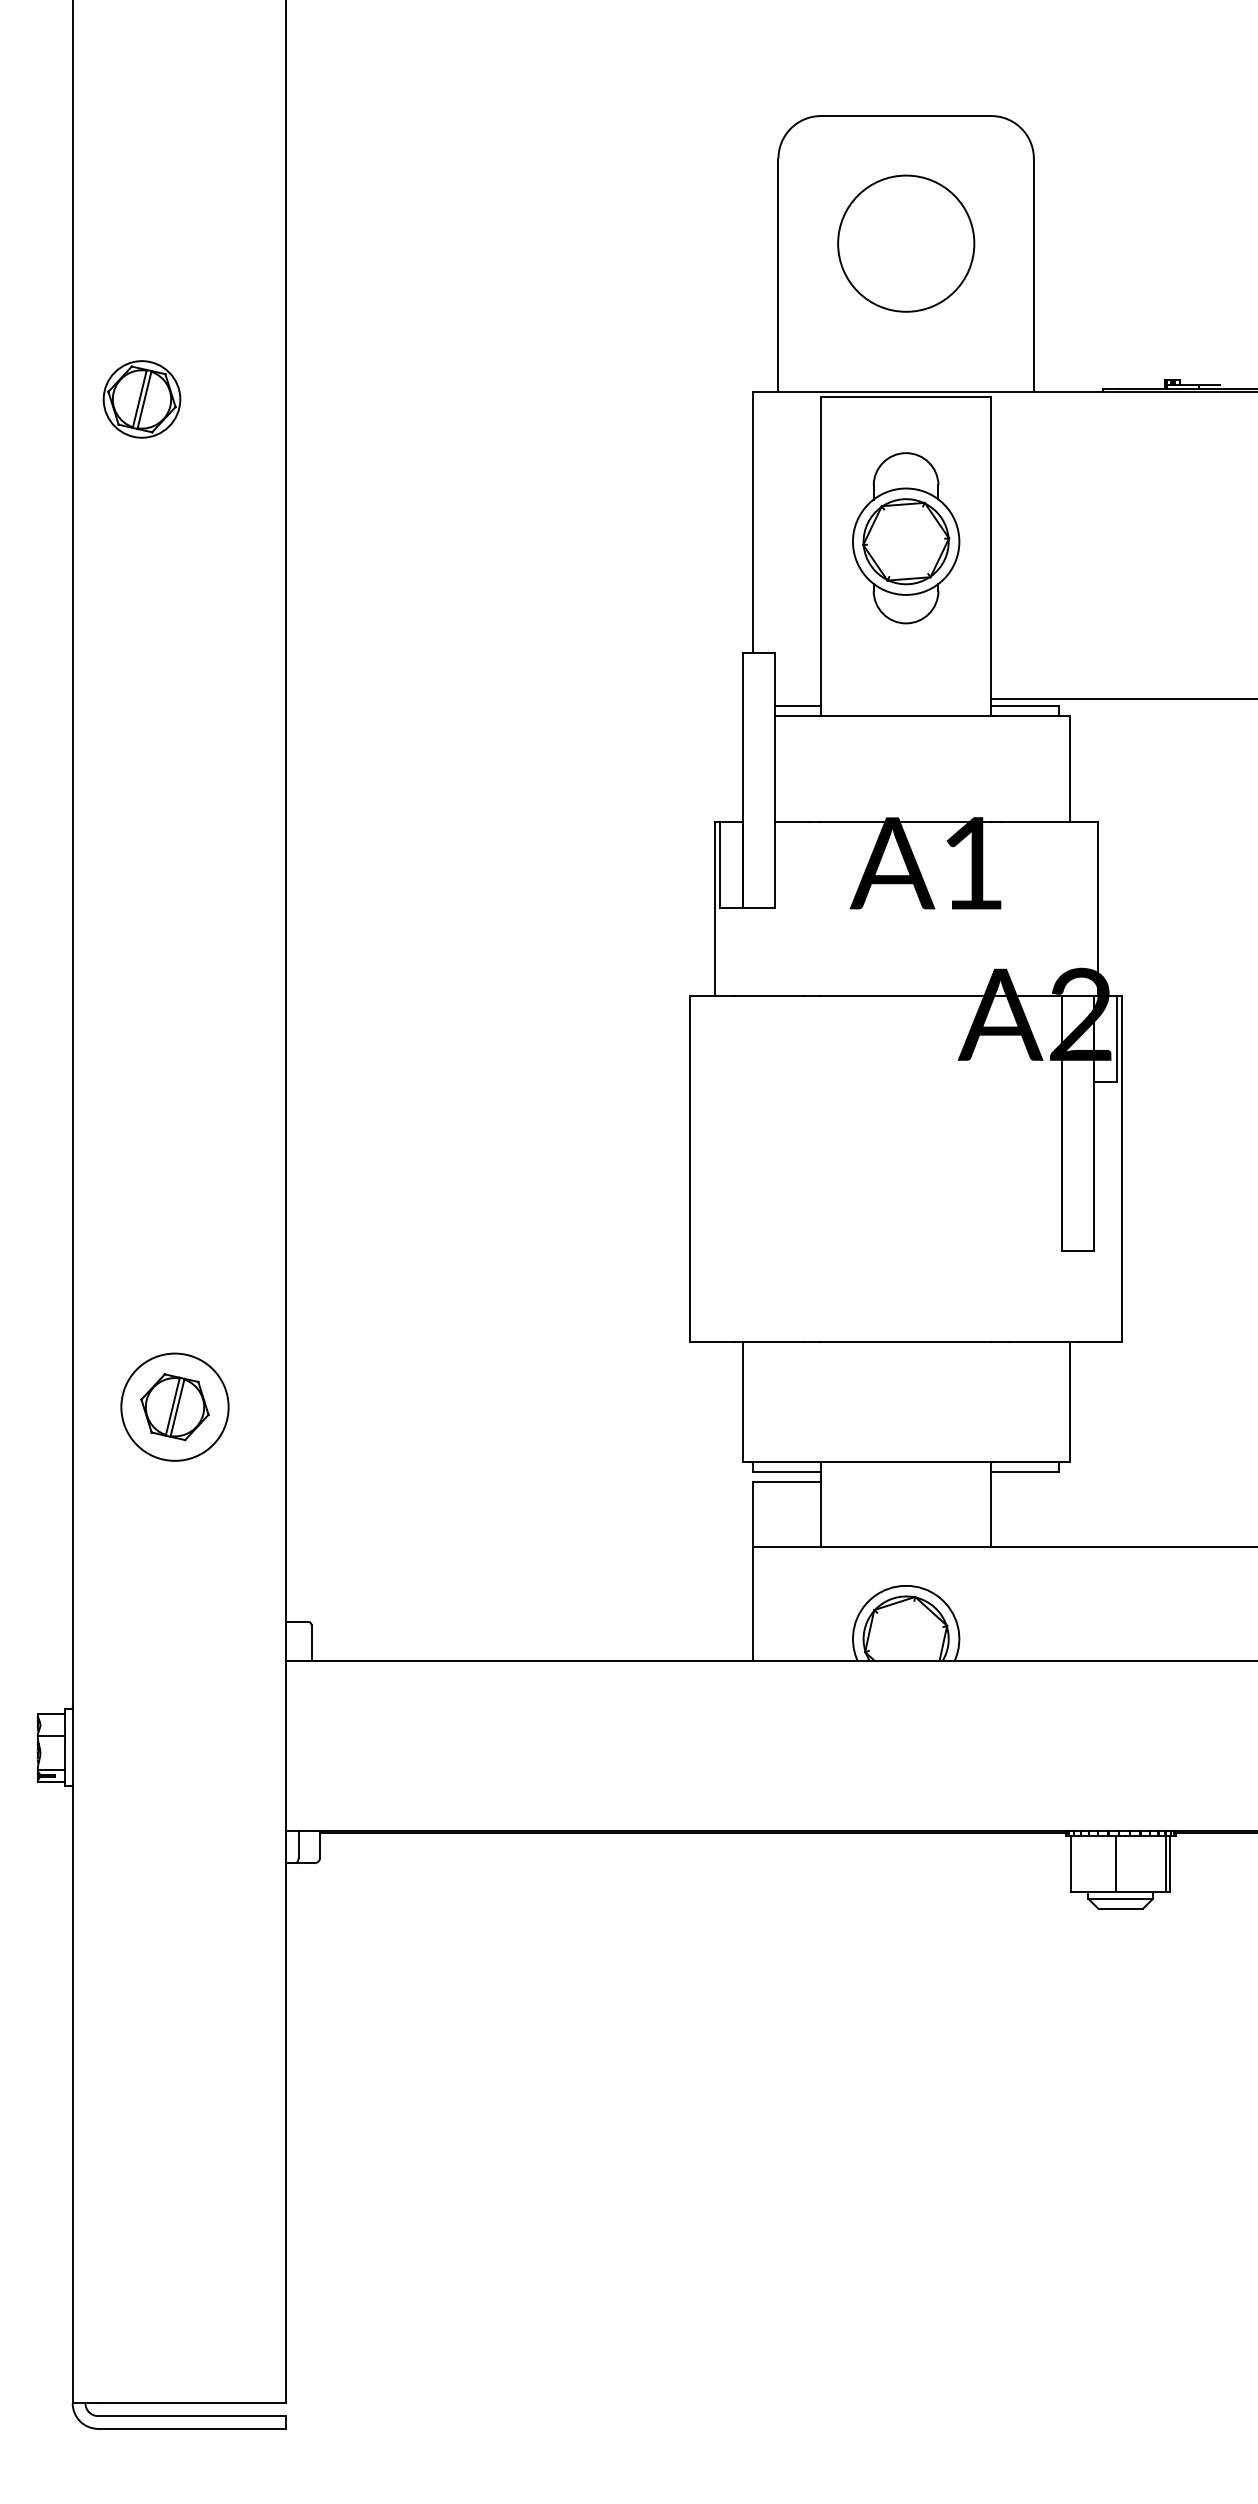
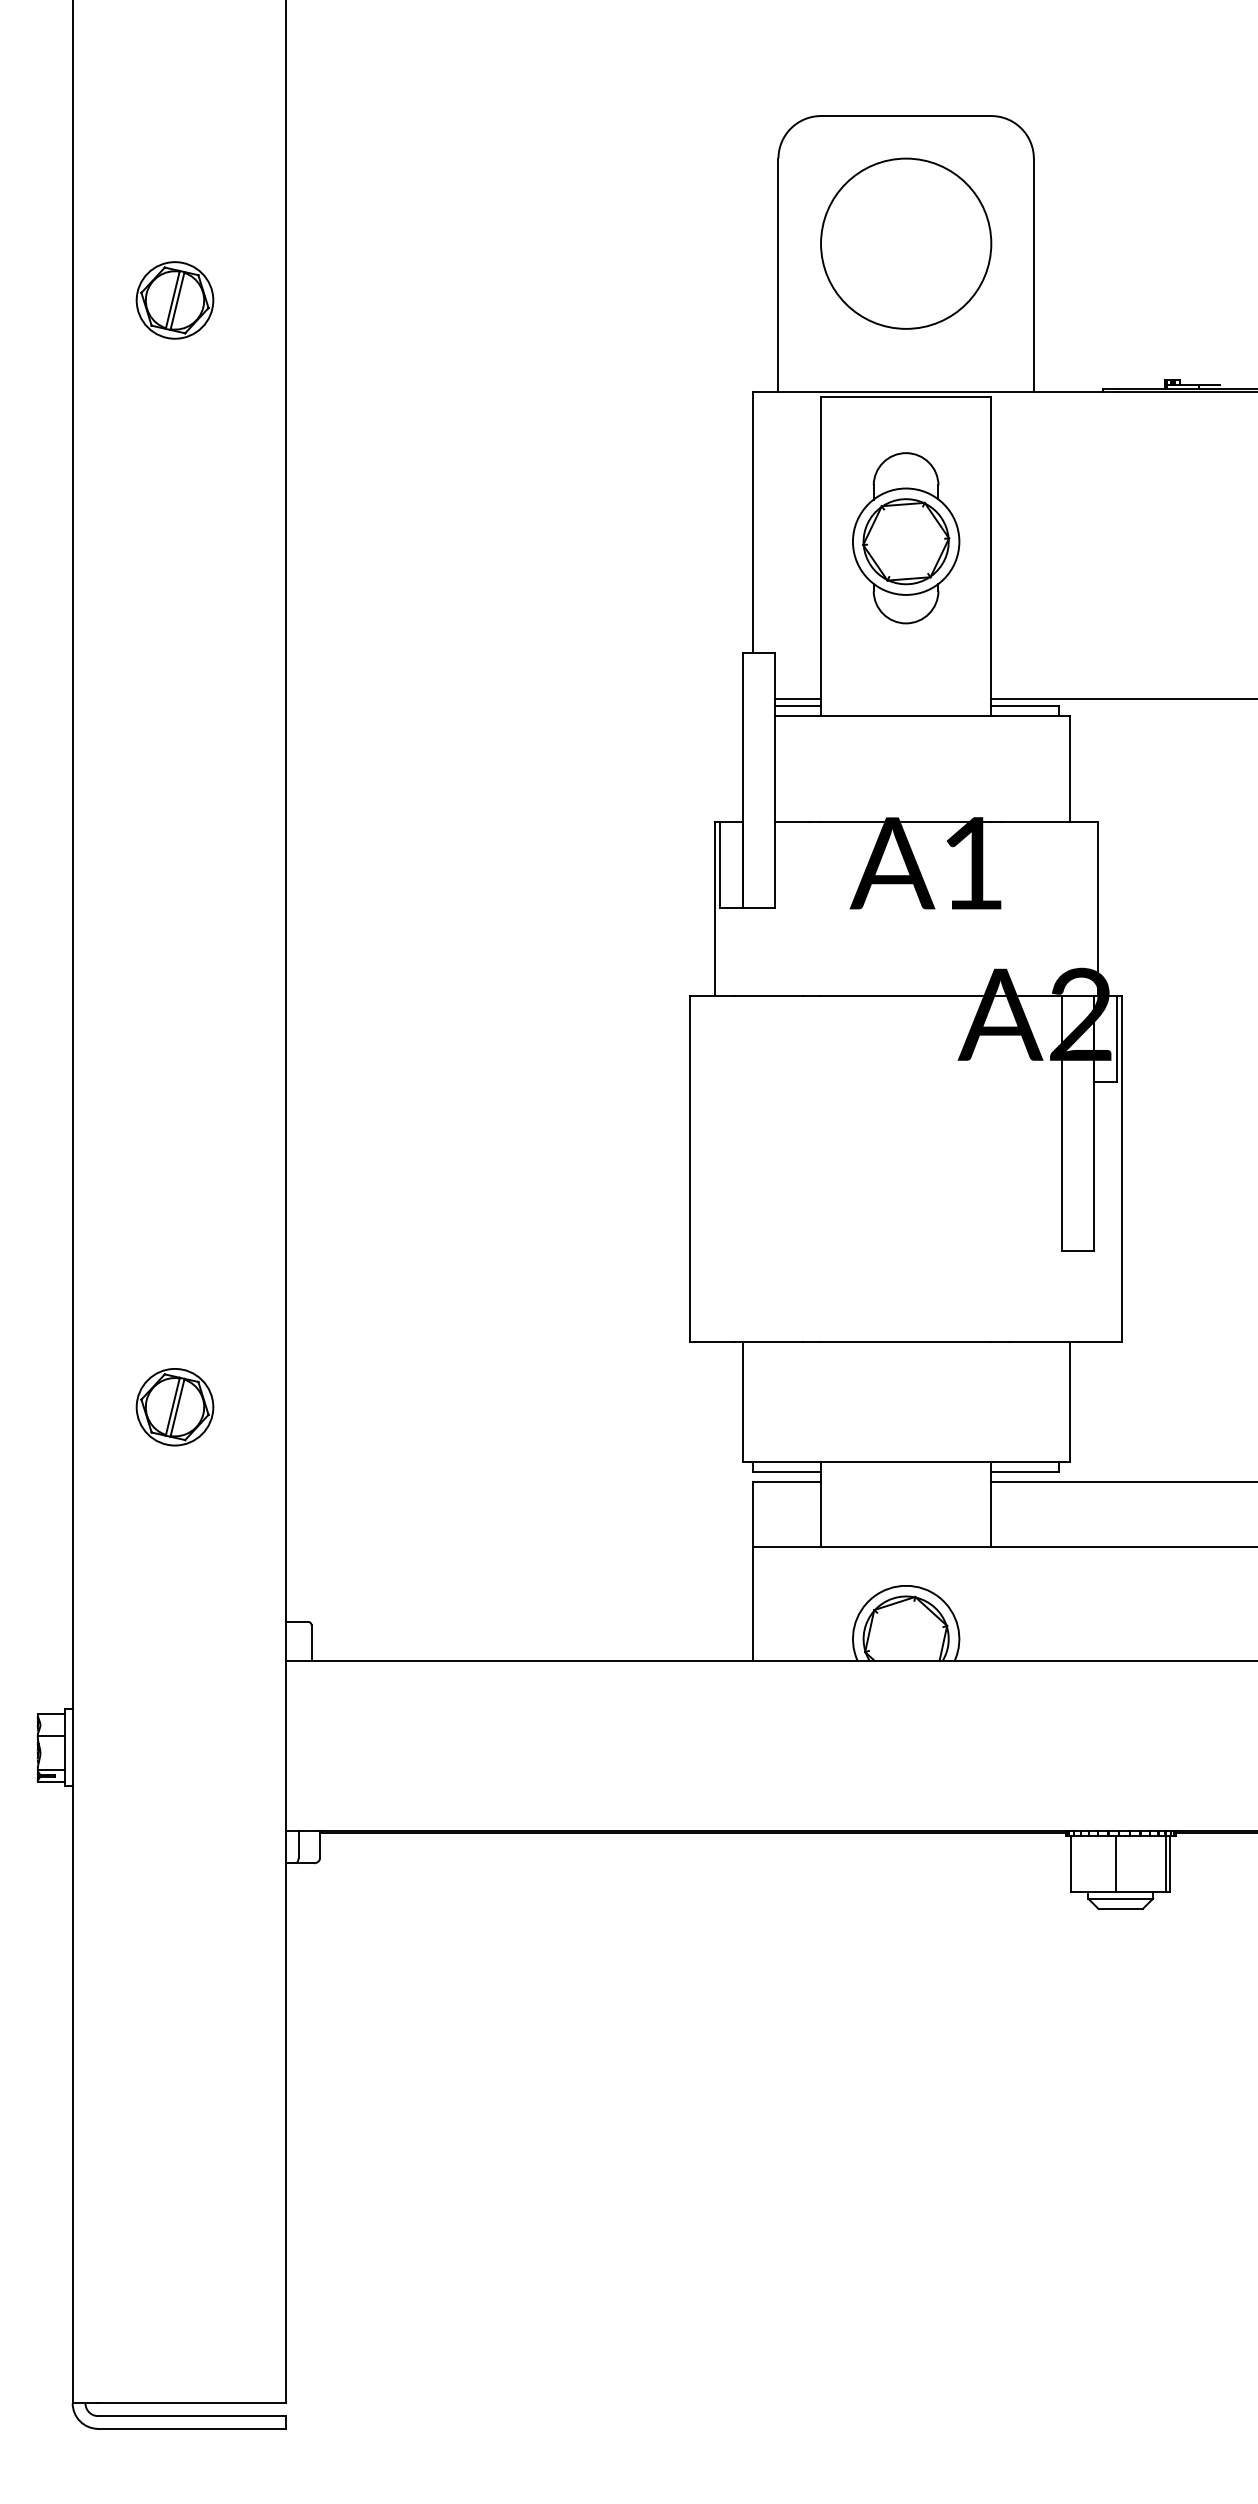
circle at (906, 243) size: 139x139 px -> 173x173 px
part at (141, 399) position: (141, 399) -> (174, 300)
line at (797, 698): none -> present
circle at (174, 1406) diameter: 107 px -> 77 px
line at (1122, 1482): none -> present
